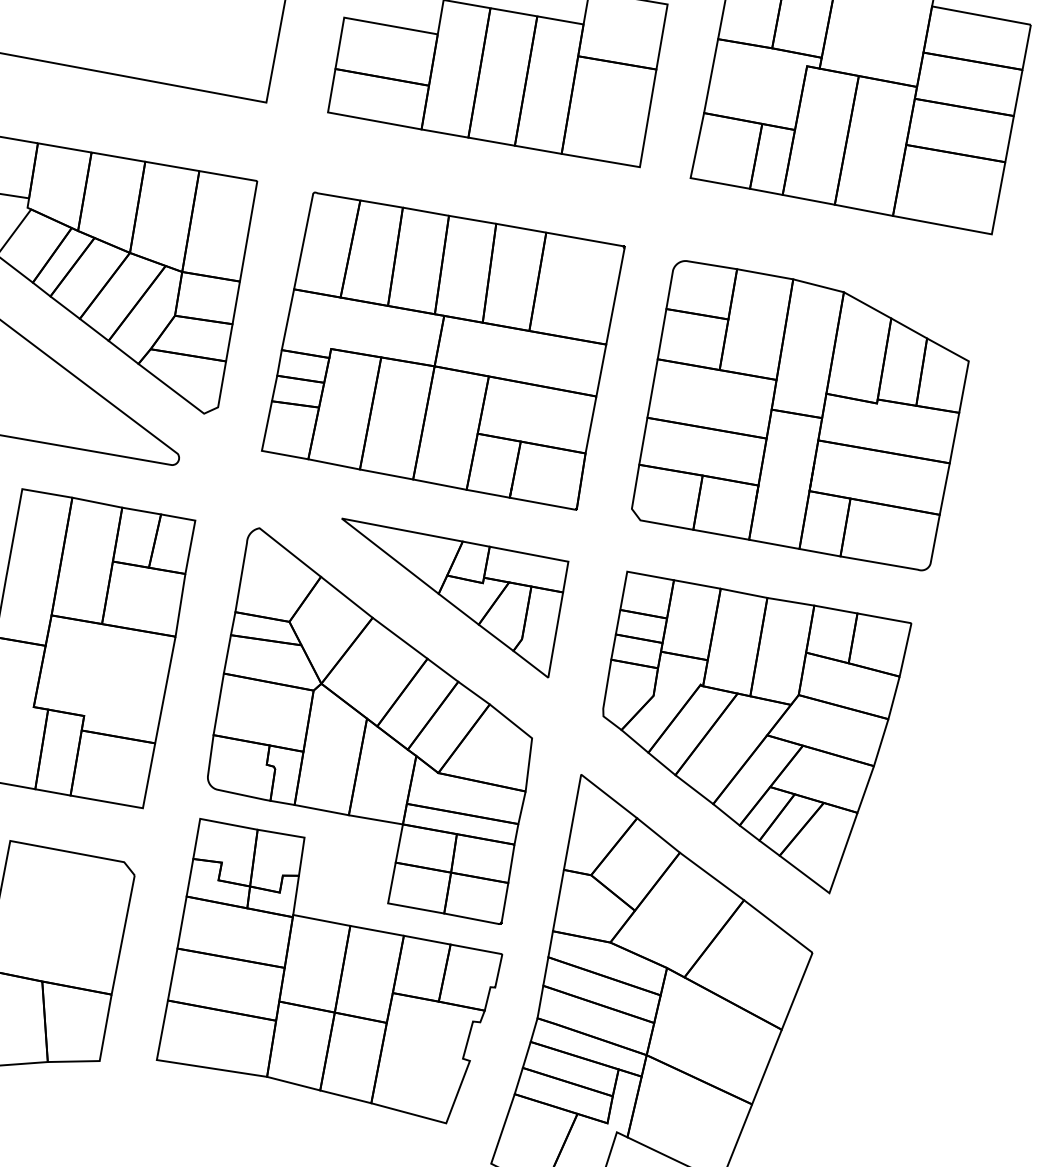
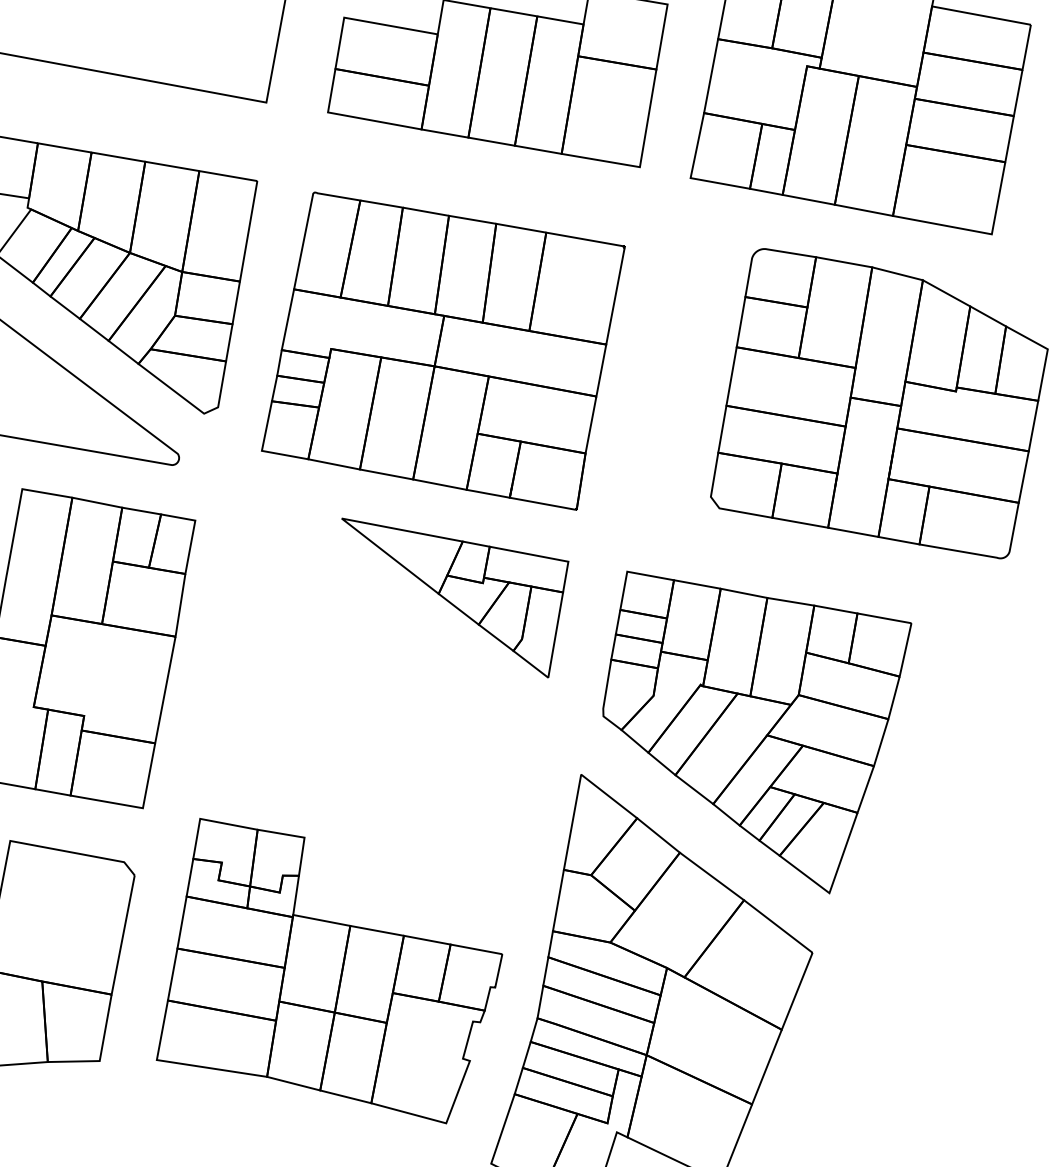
part at (800, 415) position: (800, 415) -> (879, 403)
part at (369, 725): present -> none
